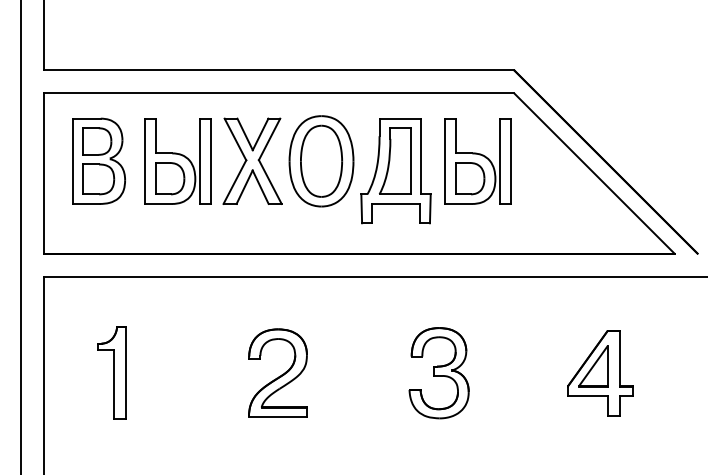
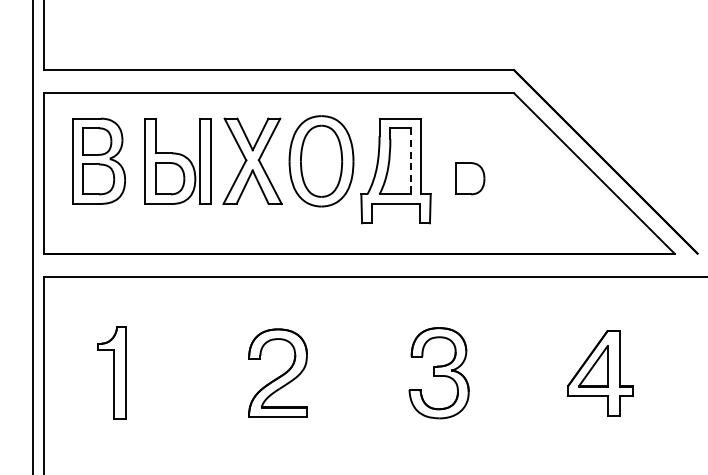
line at (410, 161): solid -> dashed
part at (477, 161): present -> none
line at (21, 236) position: (21, 236) -> (33, 236)
